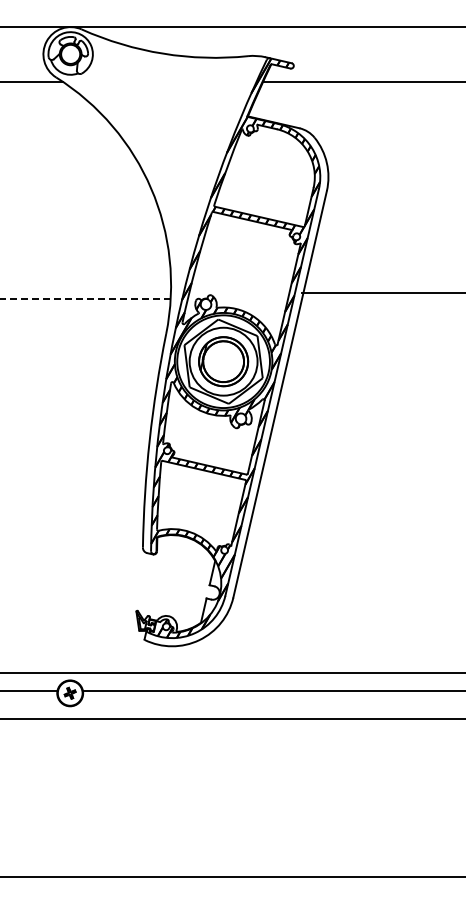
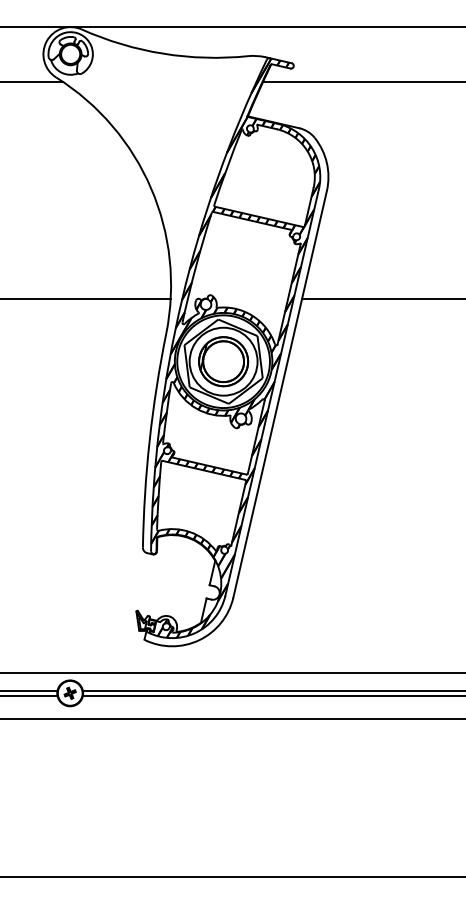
line at (382, 292) position: (382, 292) -> (382, 298)
line at (85, 298): dashed -> solid
line at (29, 696): none -> present
line at (272, 696): none -> present
